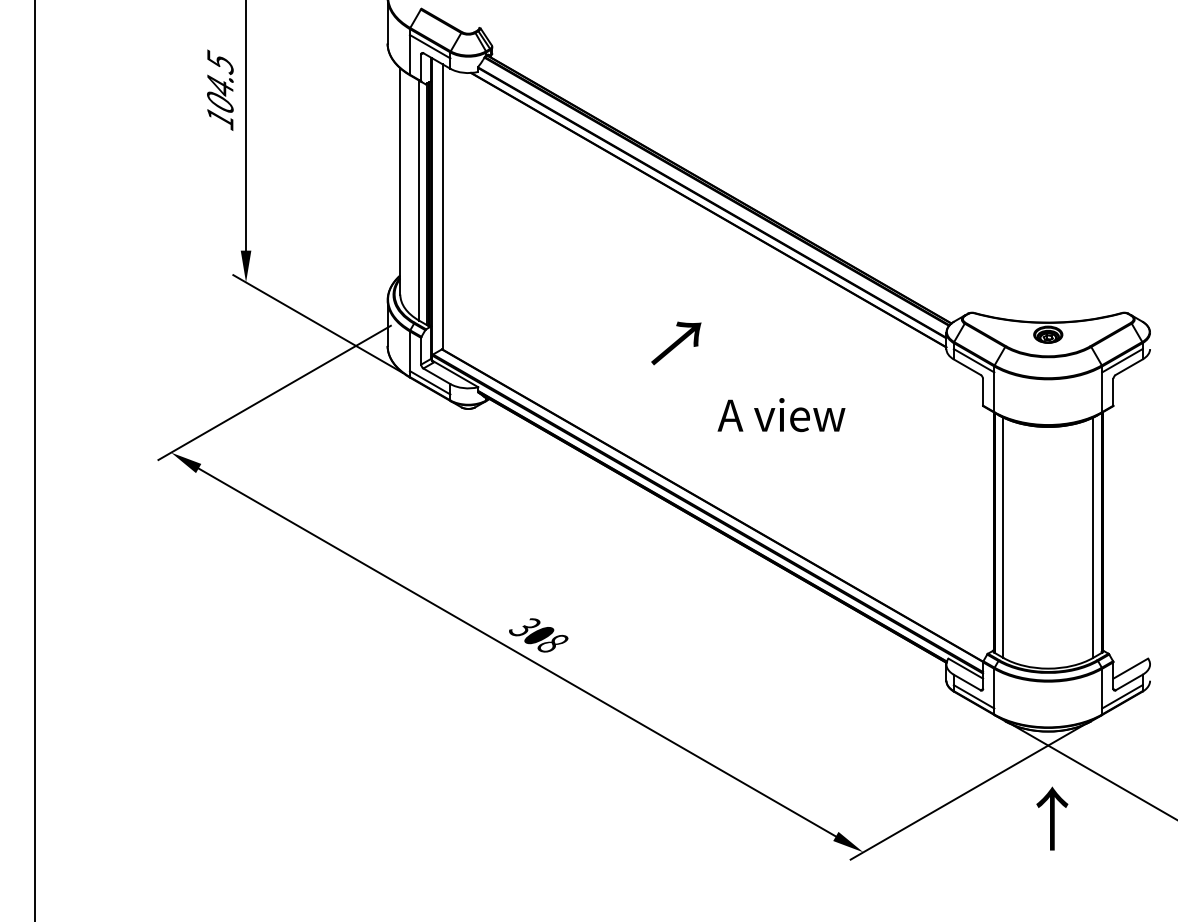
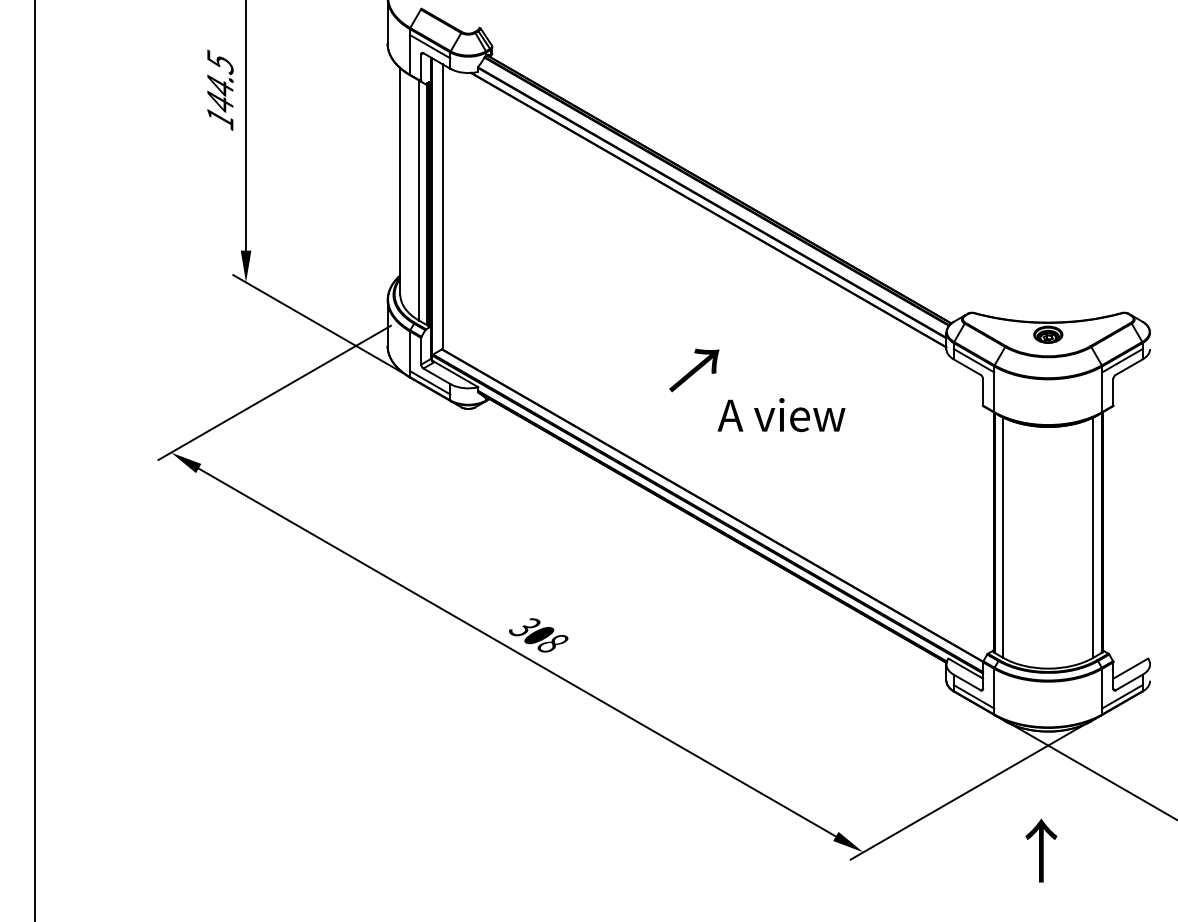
text at (220, 101): 104.5 -> 144.5
text at (676, 343) position: (676, 343) -> (694, 370)
text at (1052, 818) position: (1052, 818) -> (1041, 850)
